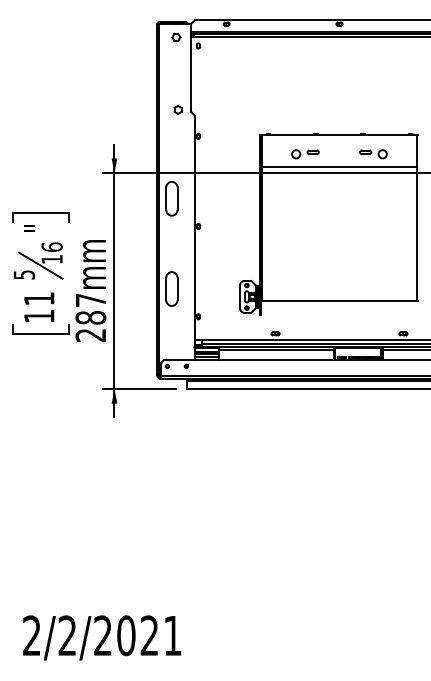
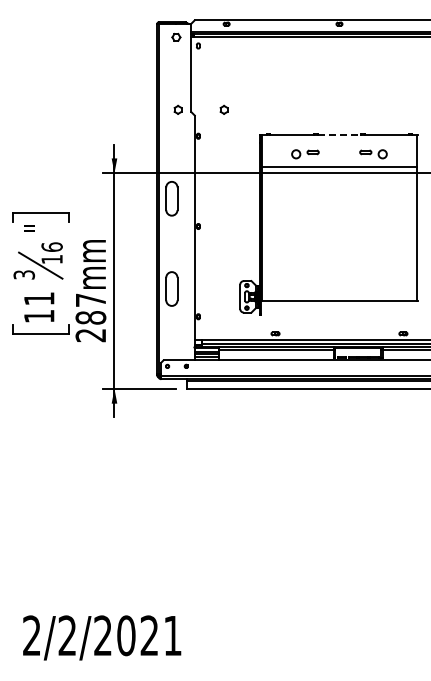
part at (223, 109): none -> present
line at (339, 135): solid -> dashed
text at (23, 274): 5 -> 3
